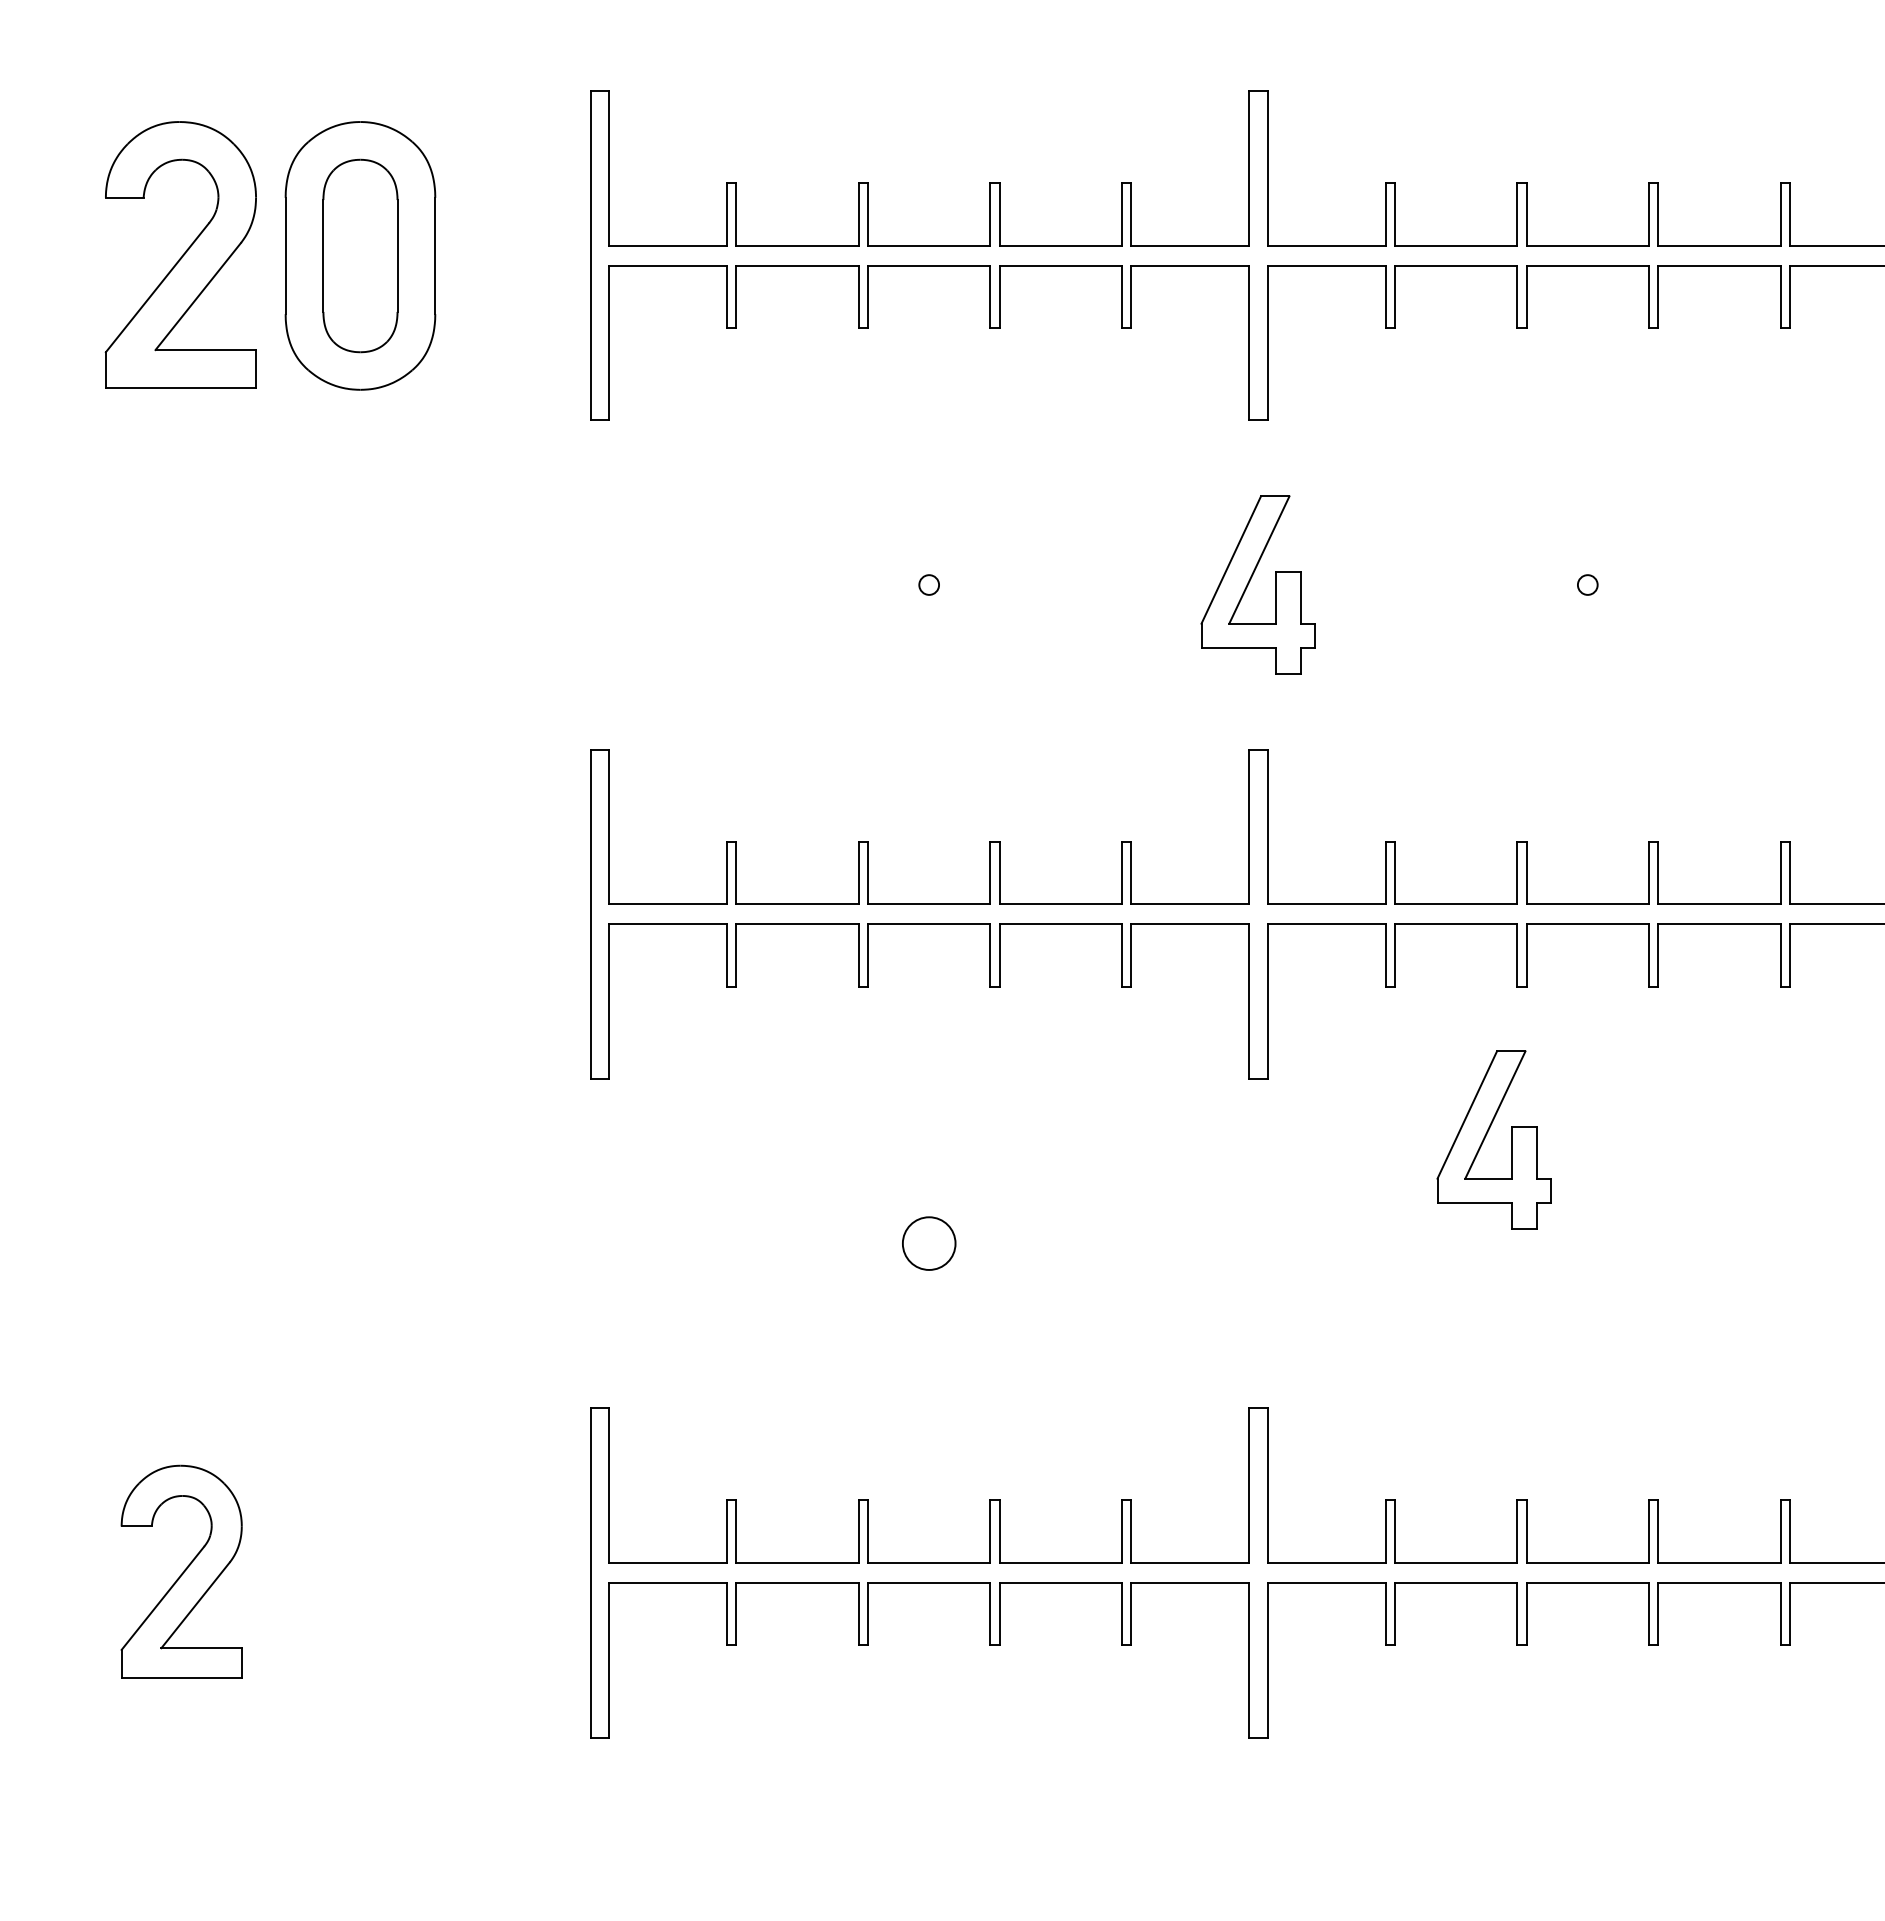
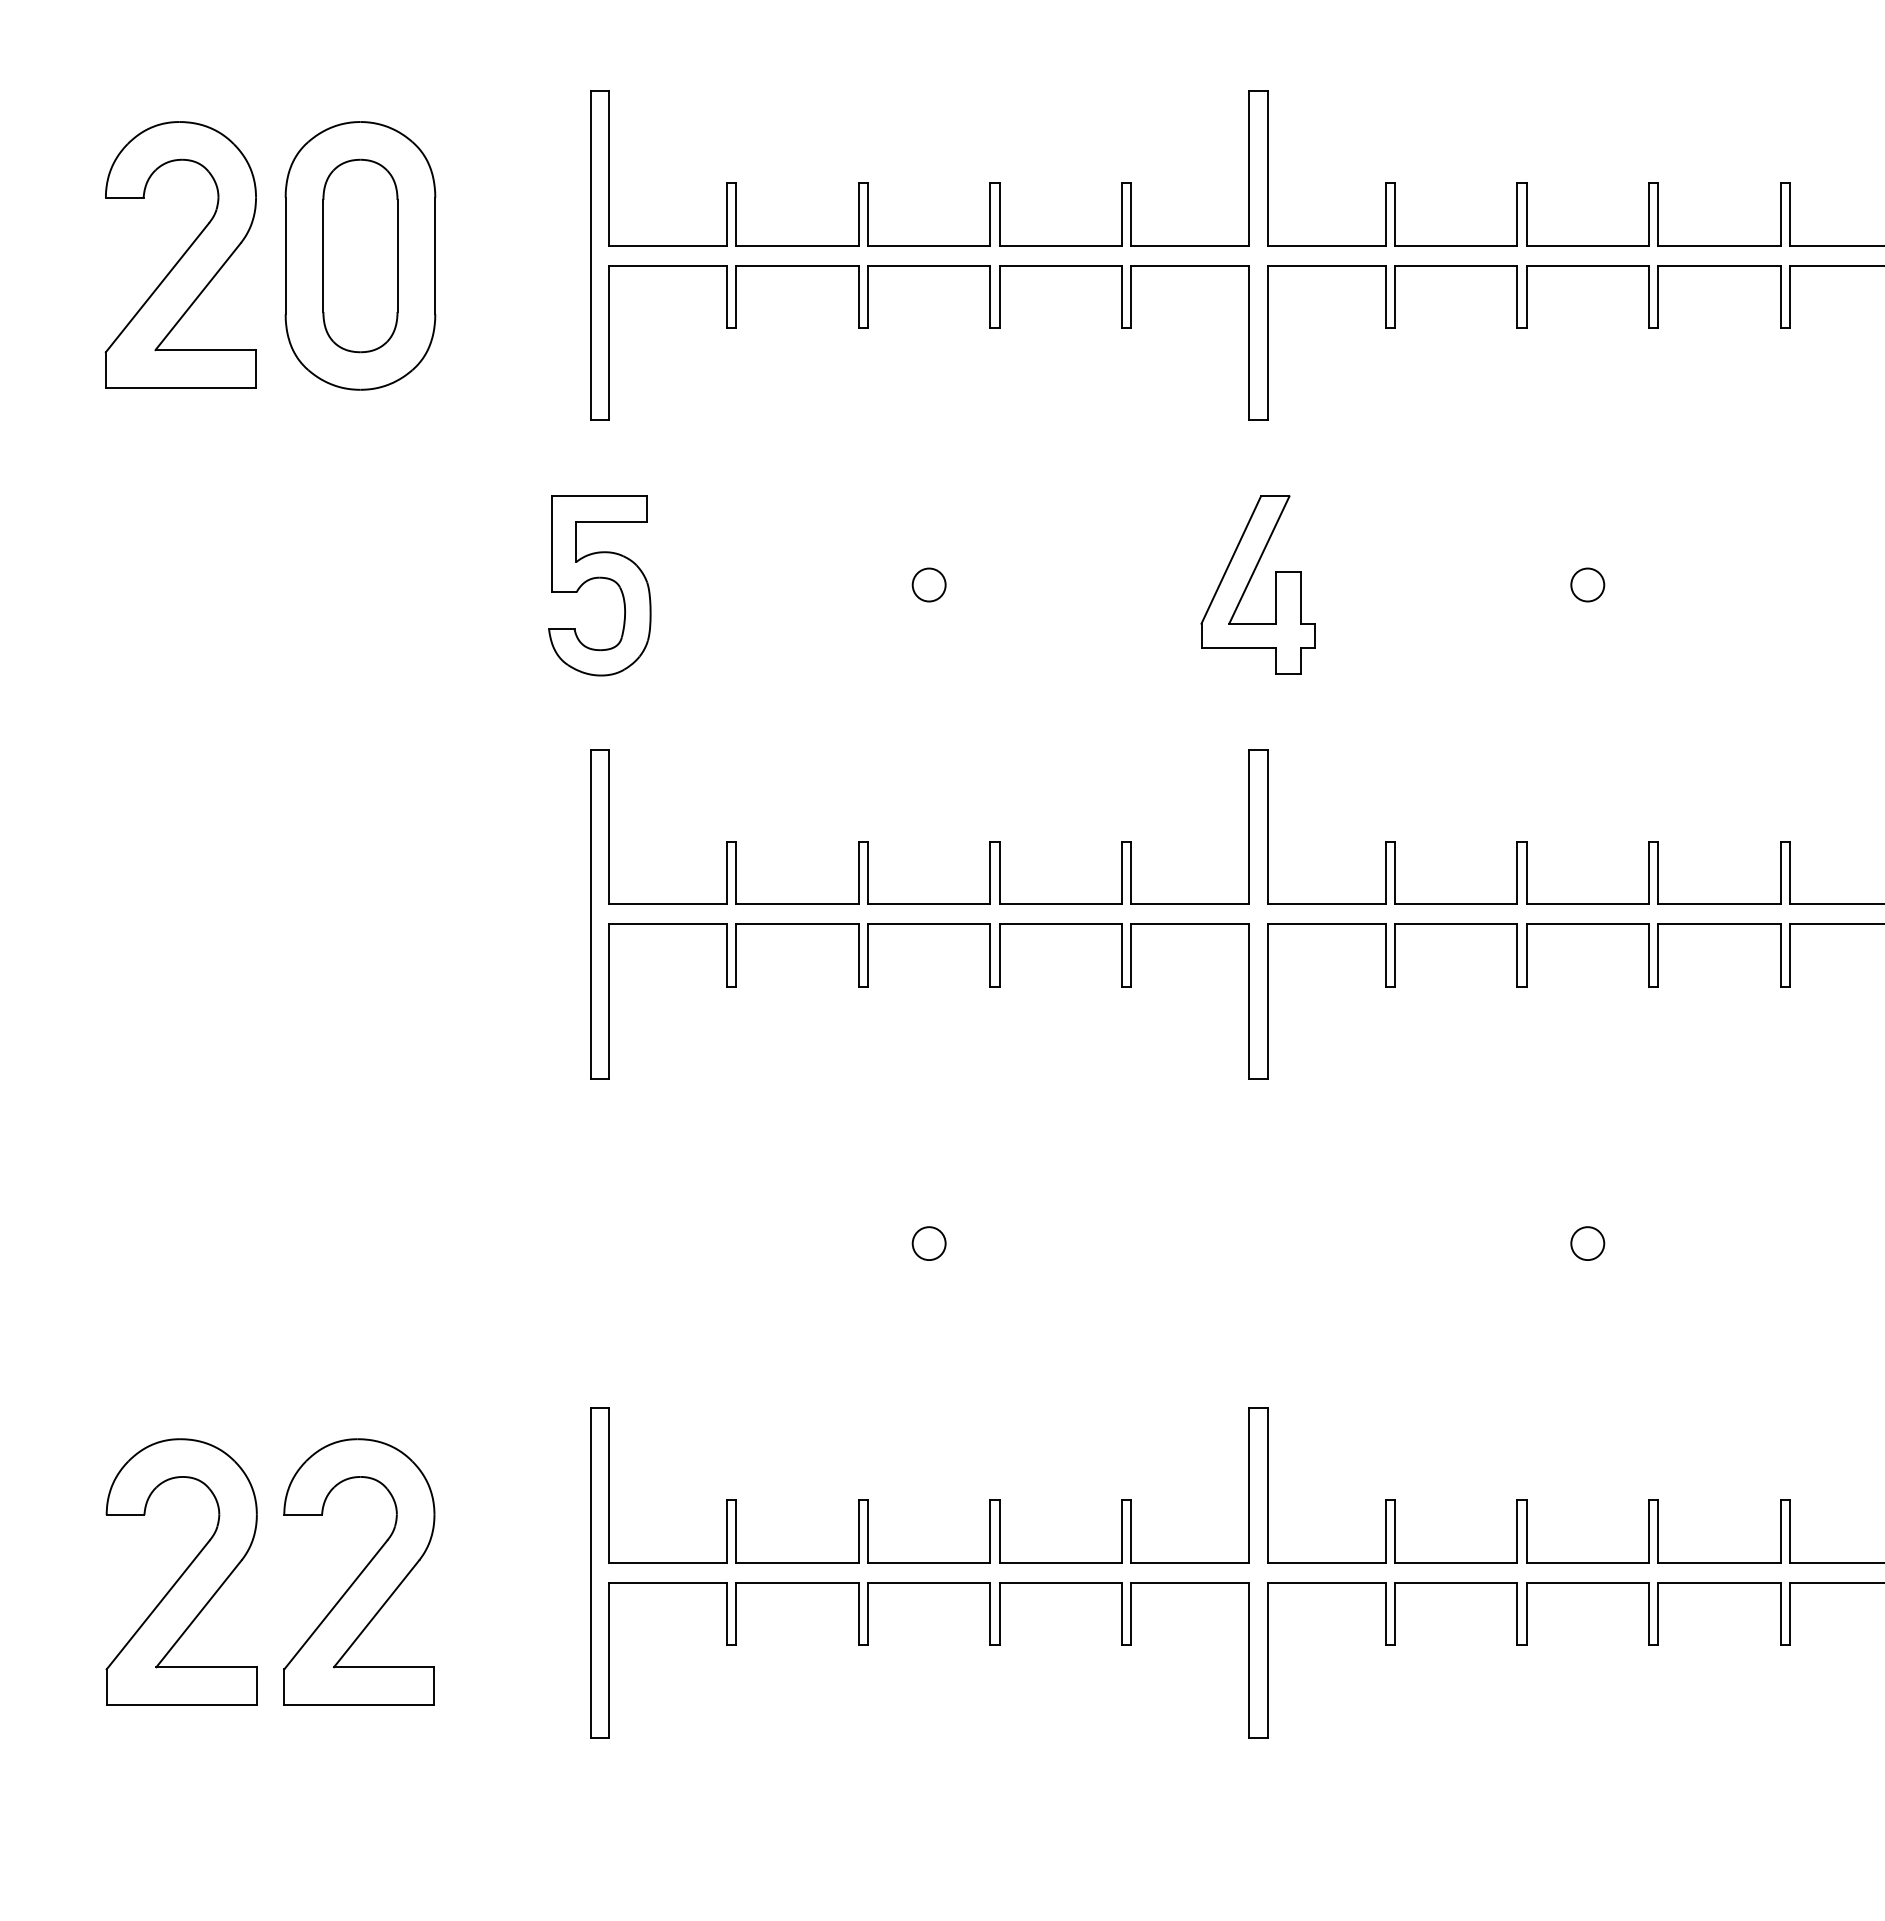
part at (599, 578): none -> present
circle at (929, 584) diameter: 20 px -> 33 px
circle at (1587, 584) diameter: 20 px -> 33 px
part at (1486, 1136): present -> none
circle at (928, 1243) diameter: 53 px -> 33 px
circle at (1587, 1243): none -> present
part at (181, 1571) size: 123x215 px -> 153x268 px
part at (359, 1571): none -> present
